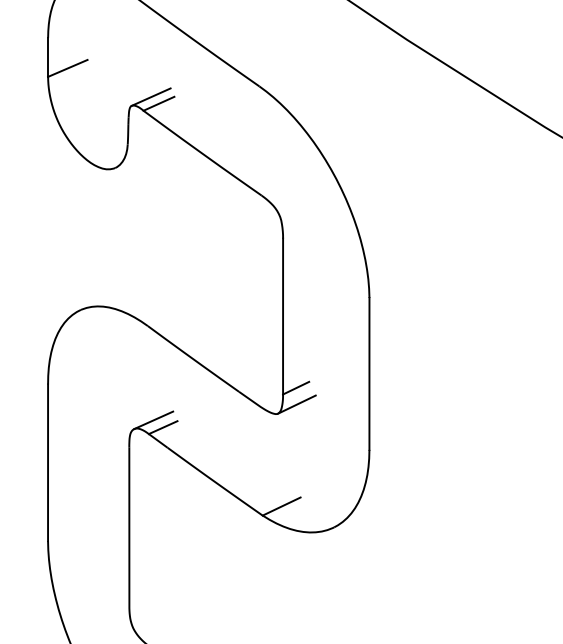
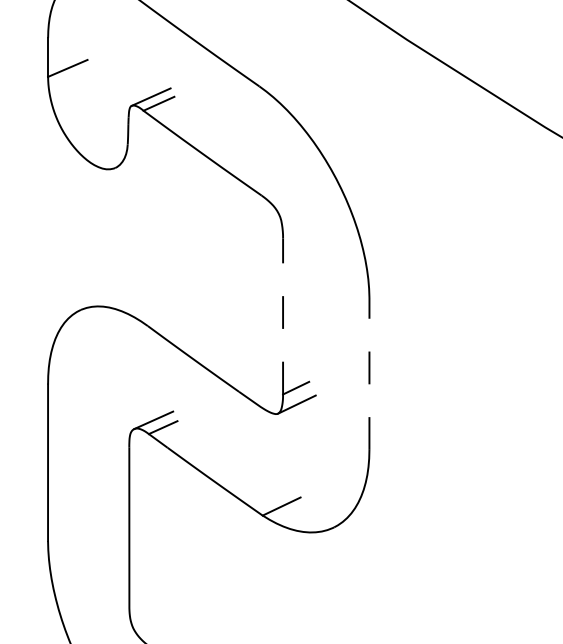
line at (283, 316): solid -> dashed
line at (369, 373): solid -> dashed
